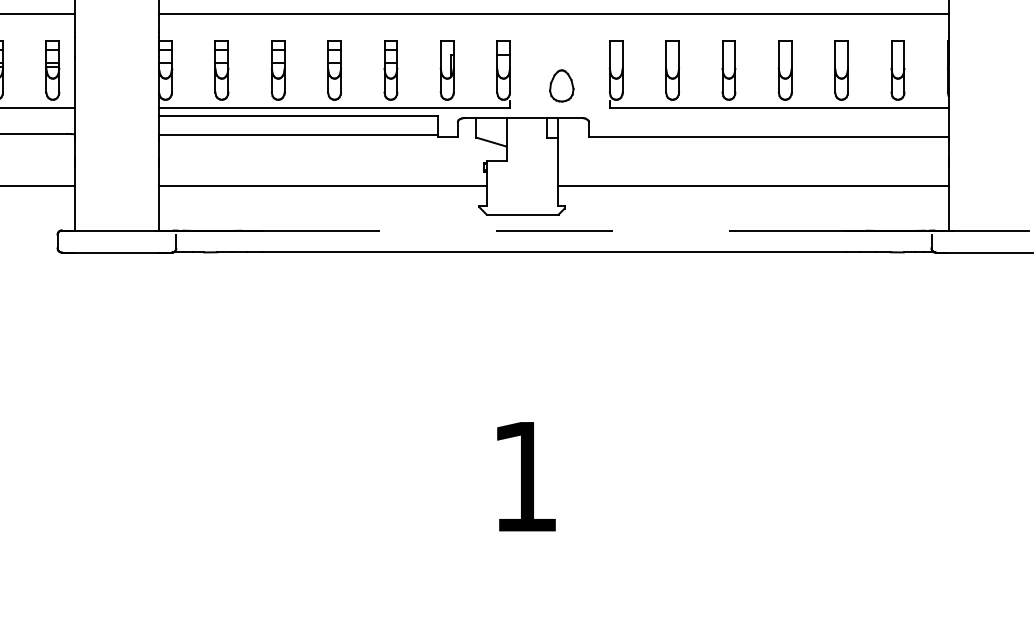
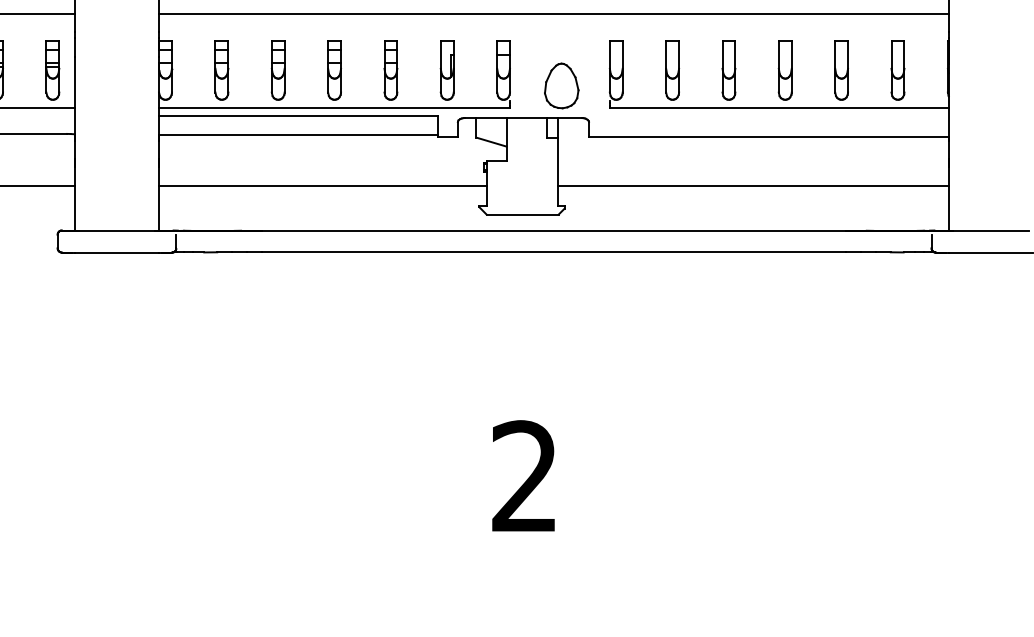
part at (561, 85) size: 26x34 px -> 36x48 px
line at (554, 230): dashed -> solid
text at (523, 475): 1 -> 2
